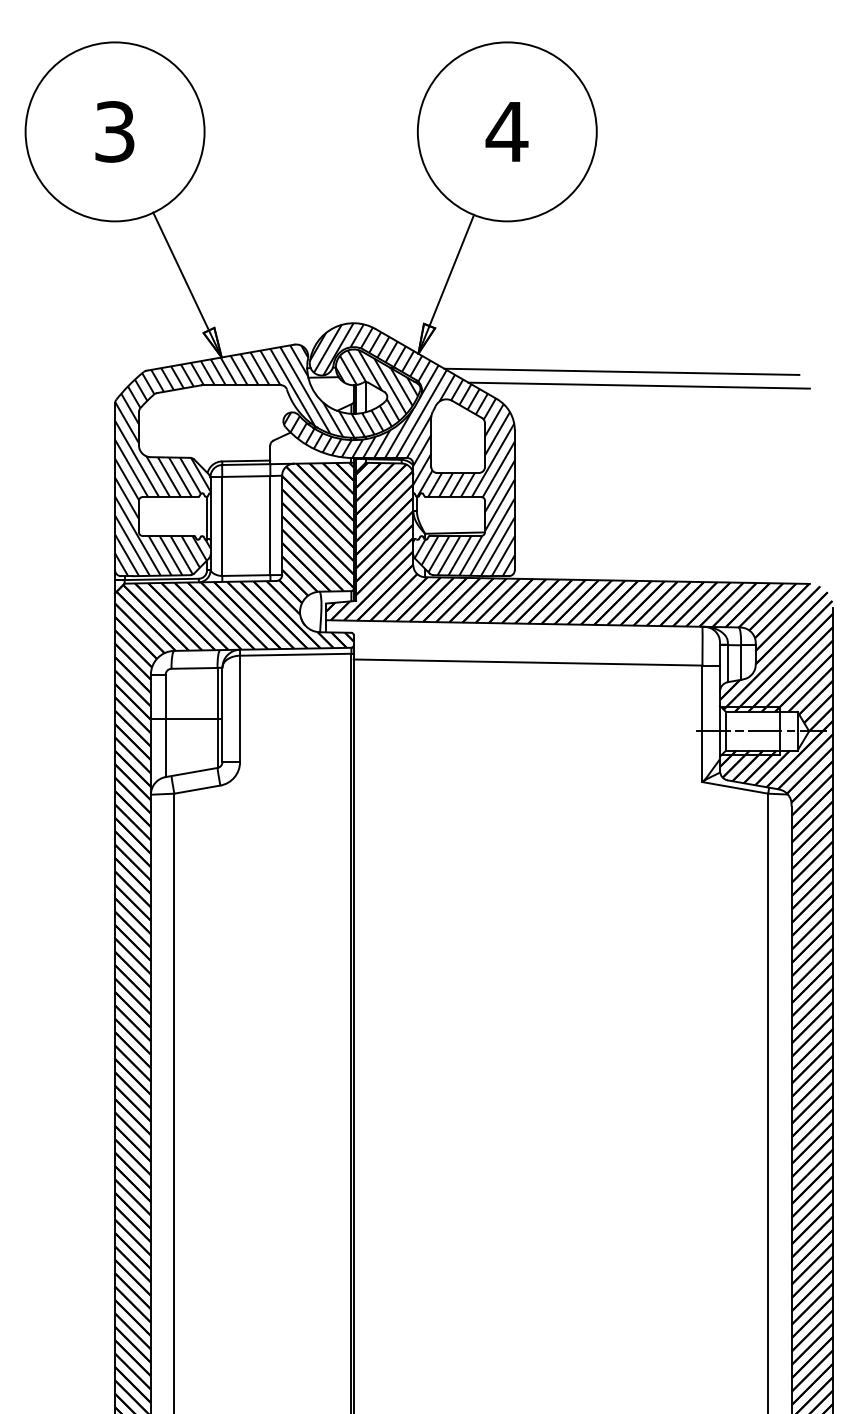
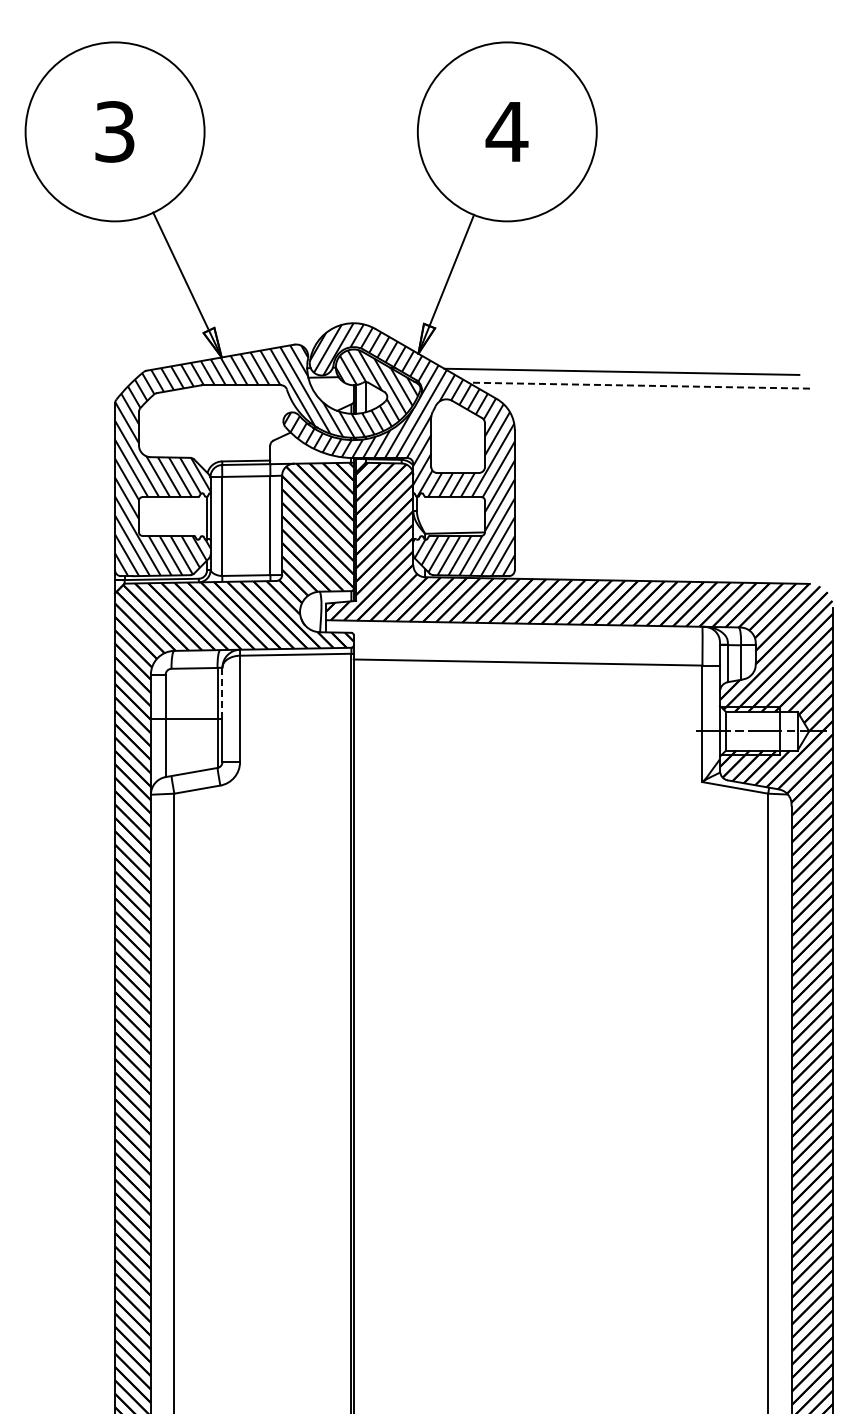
line at (639, 385): solid -> dashed
line at (222, 693): solid -> dashed
